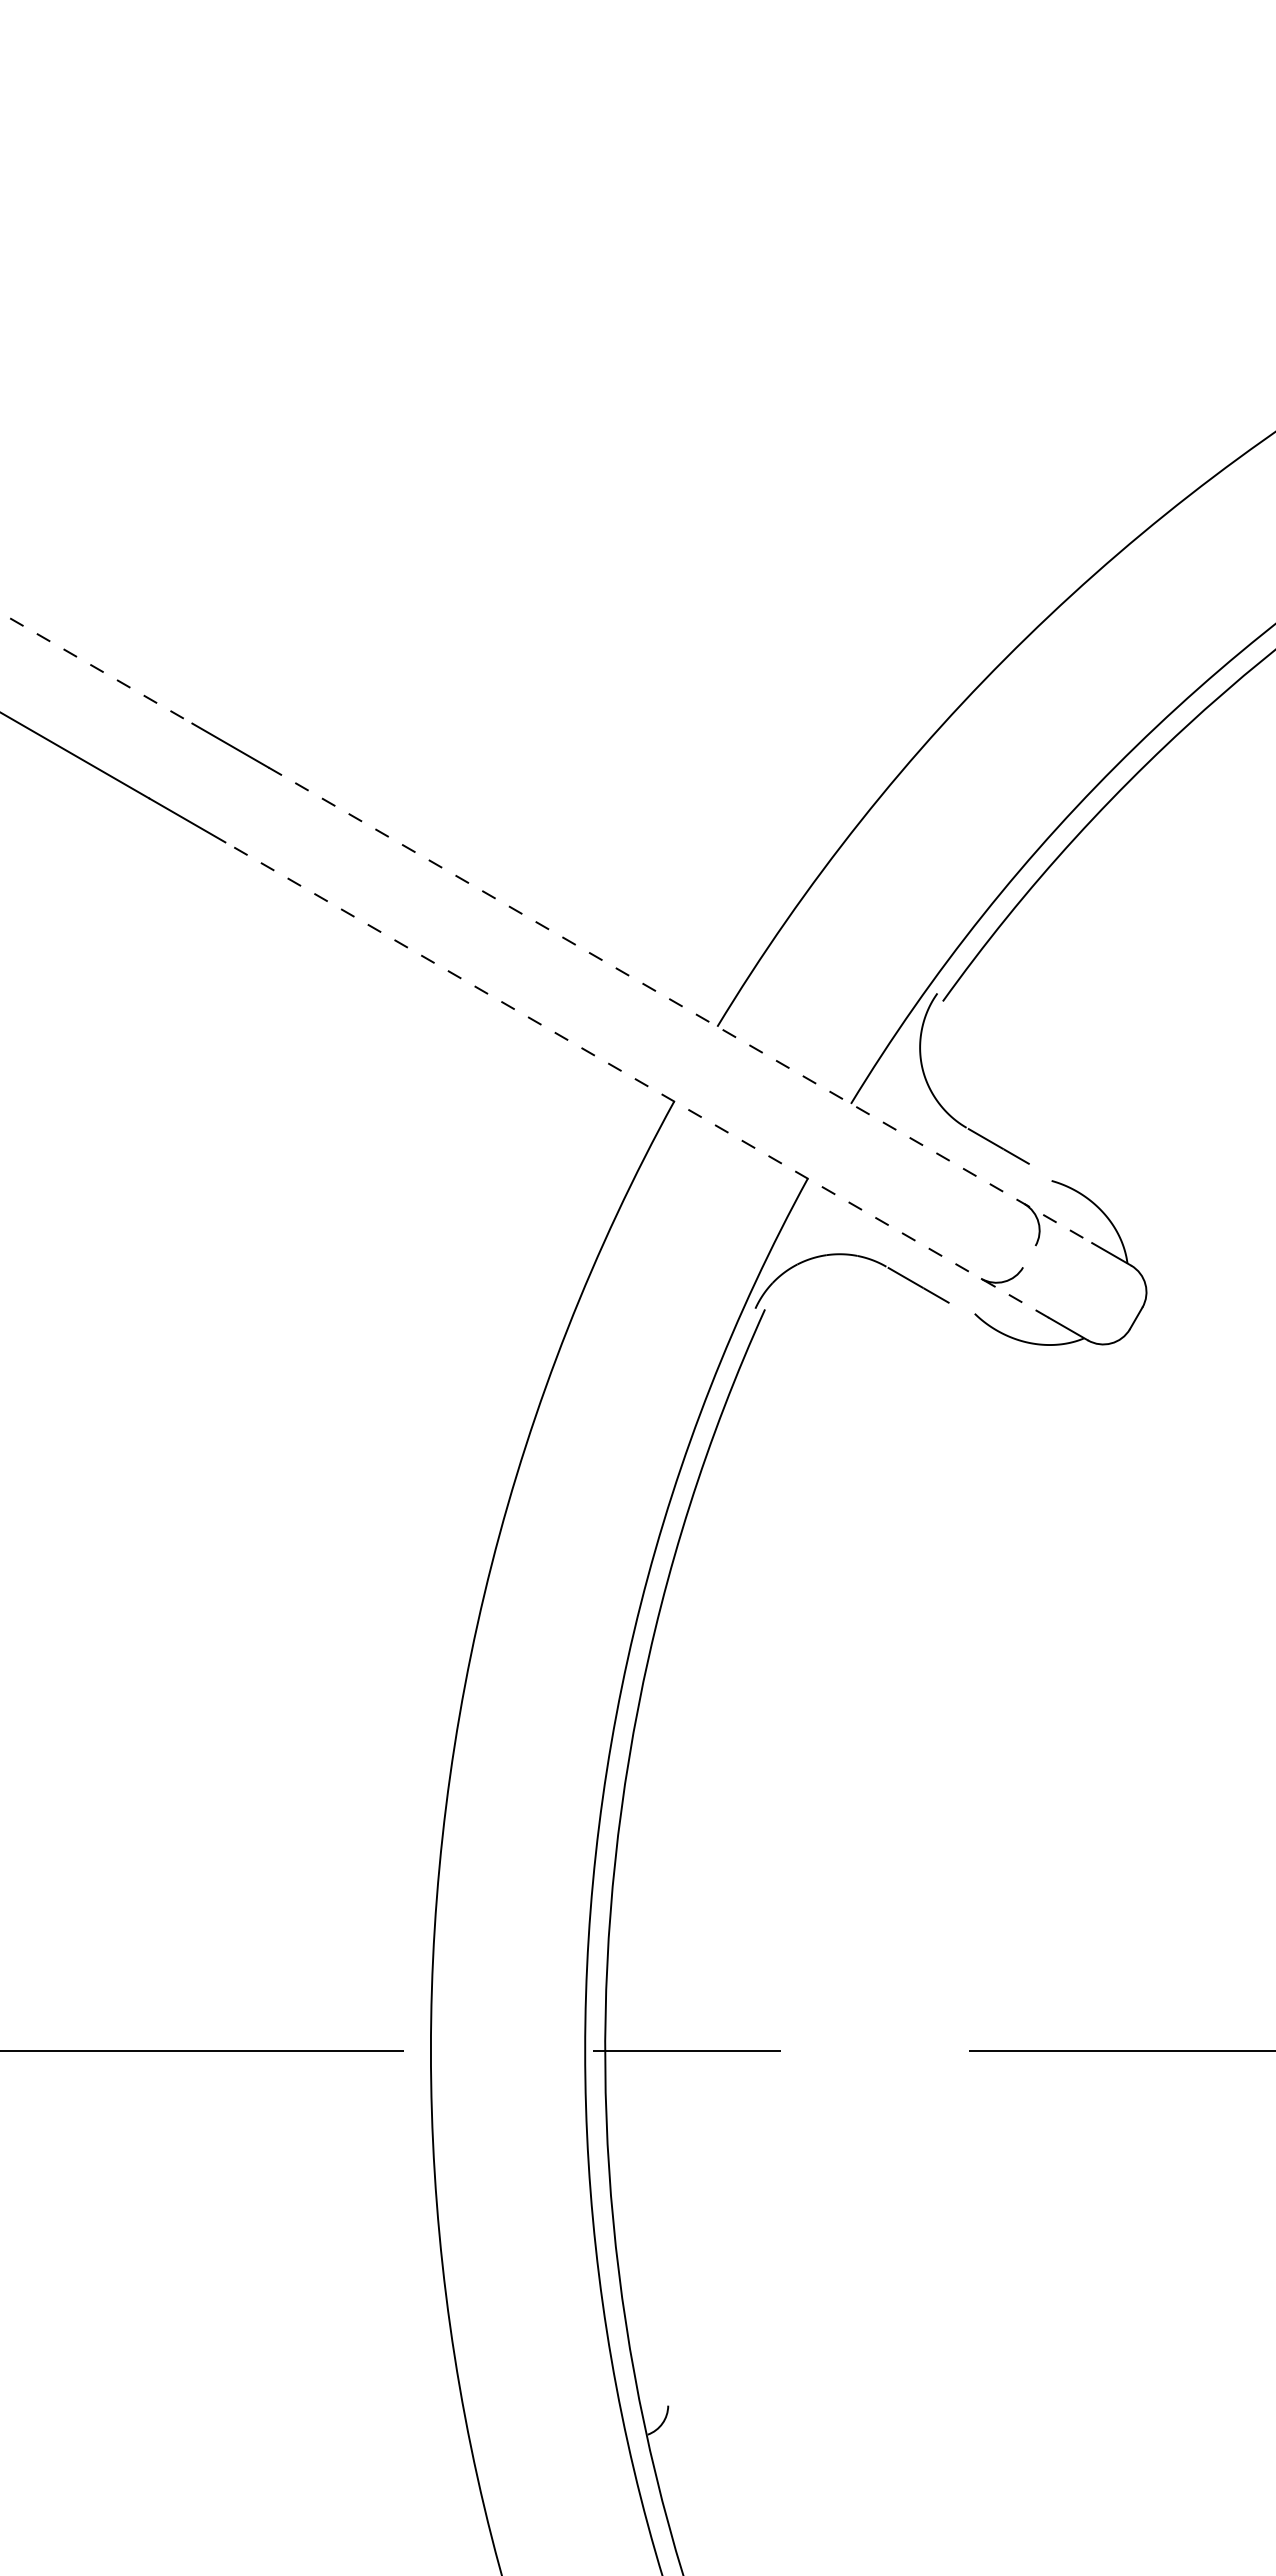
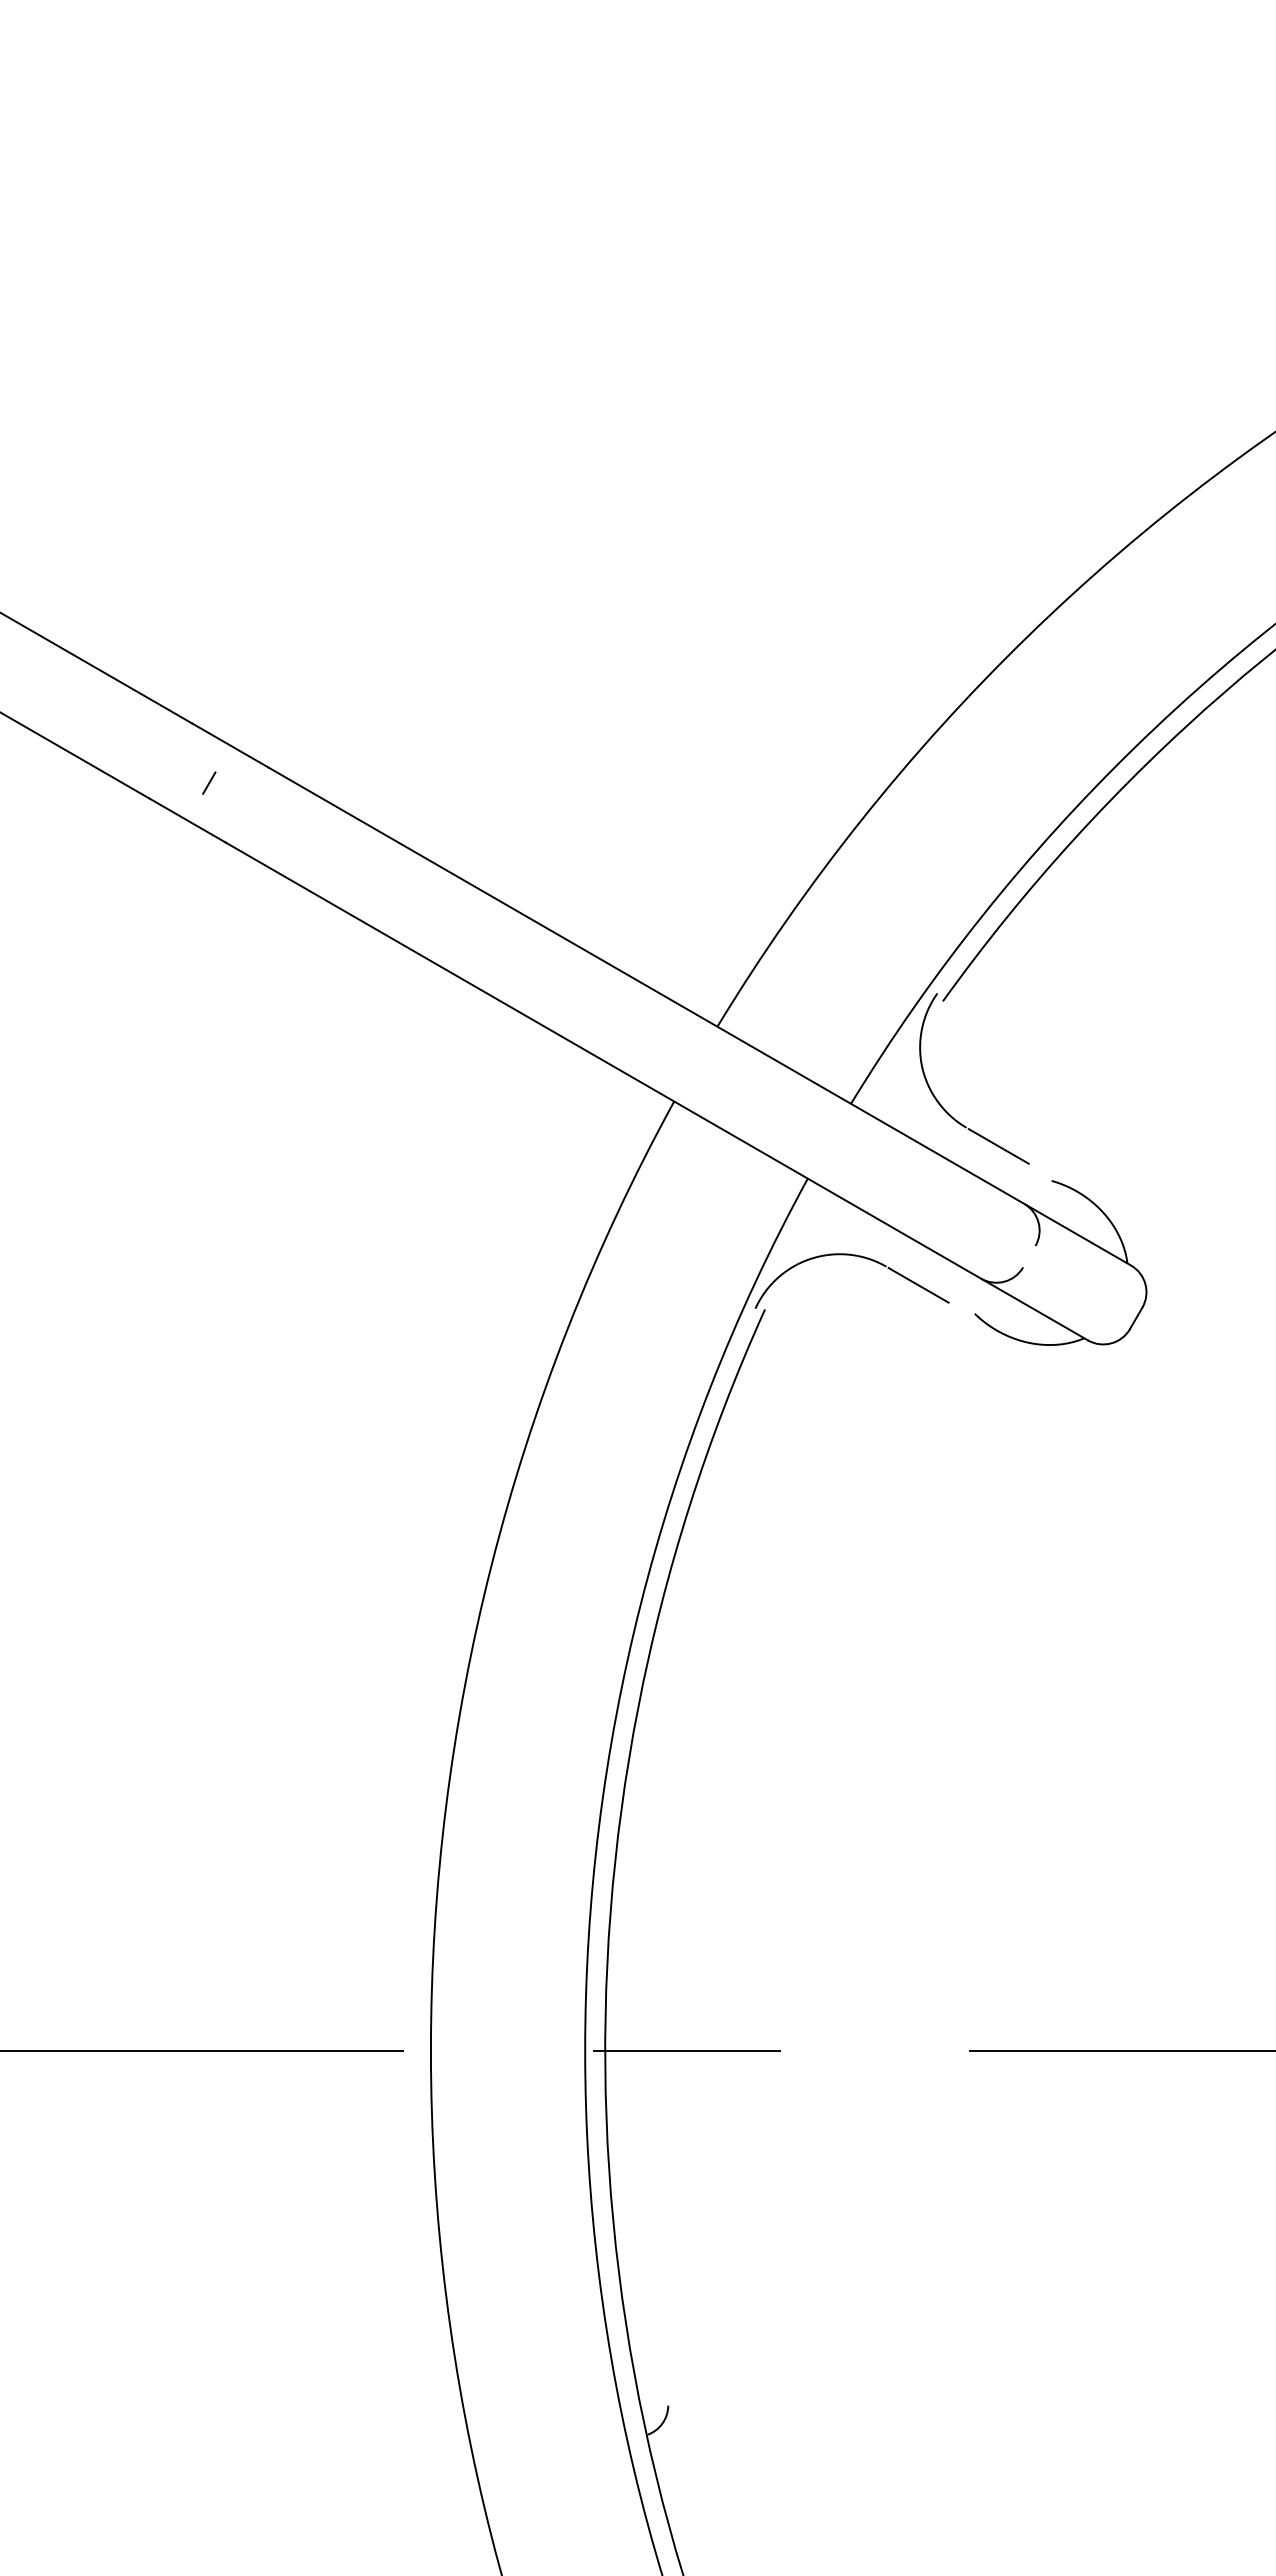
line at (96, 668): dashed -> solid
line at (209, 782): none -> present
line at (680, 1005): dashed -> solid
line at (637, 1080): dashed -> solid
